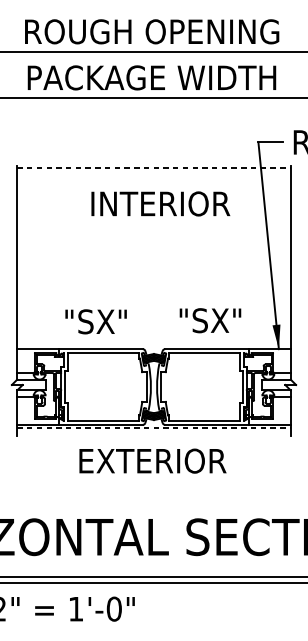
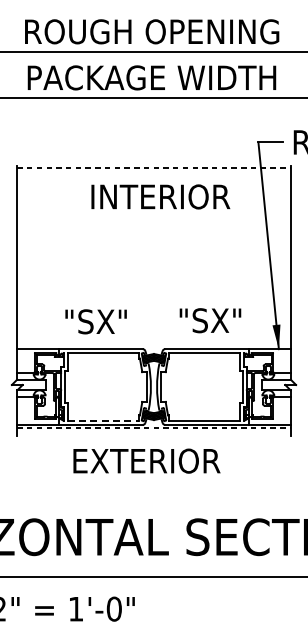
text at (160, 203) position: (160, 203) -> (160, 196)
line at (103, 420): solid -> dashed
text at (152, 460) position: (152, 460) -> (146, 460)
line at (153, 582): present -> none
